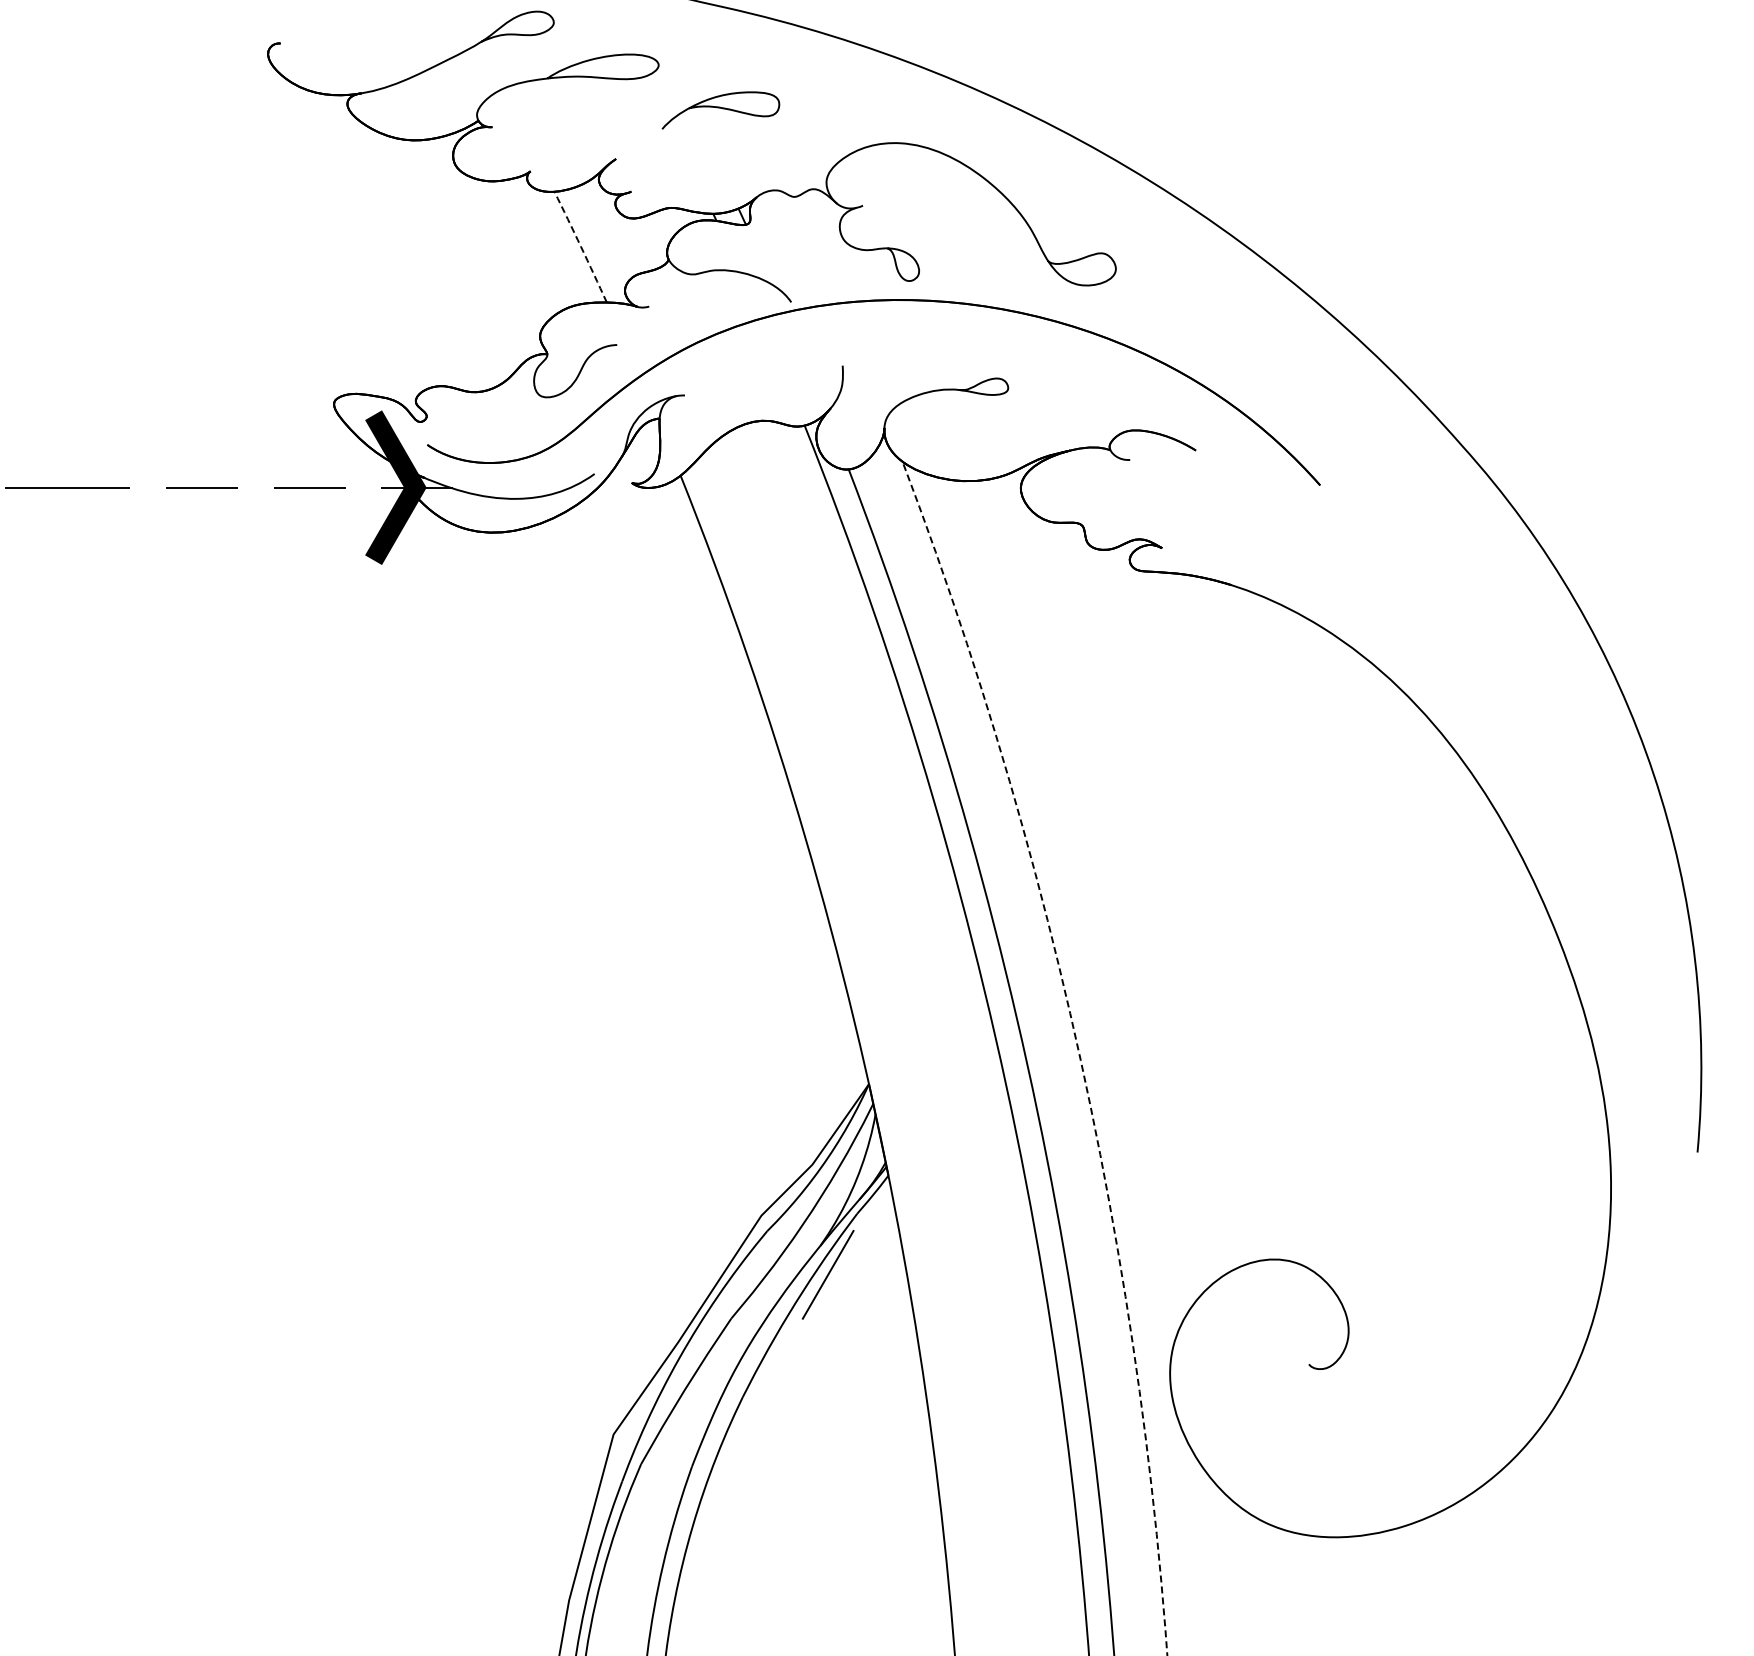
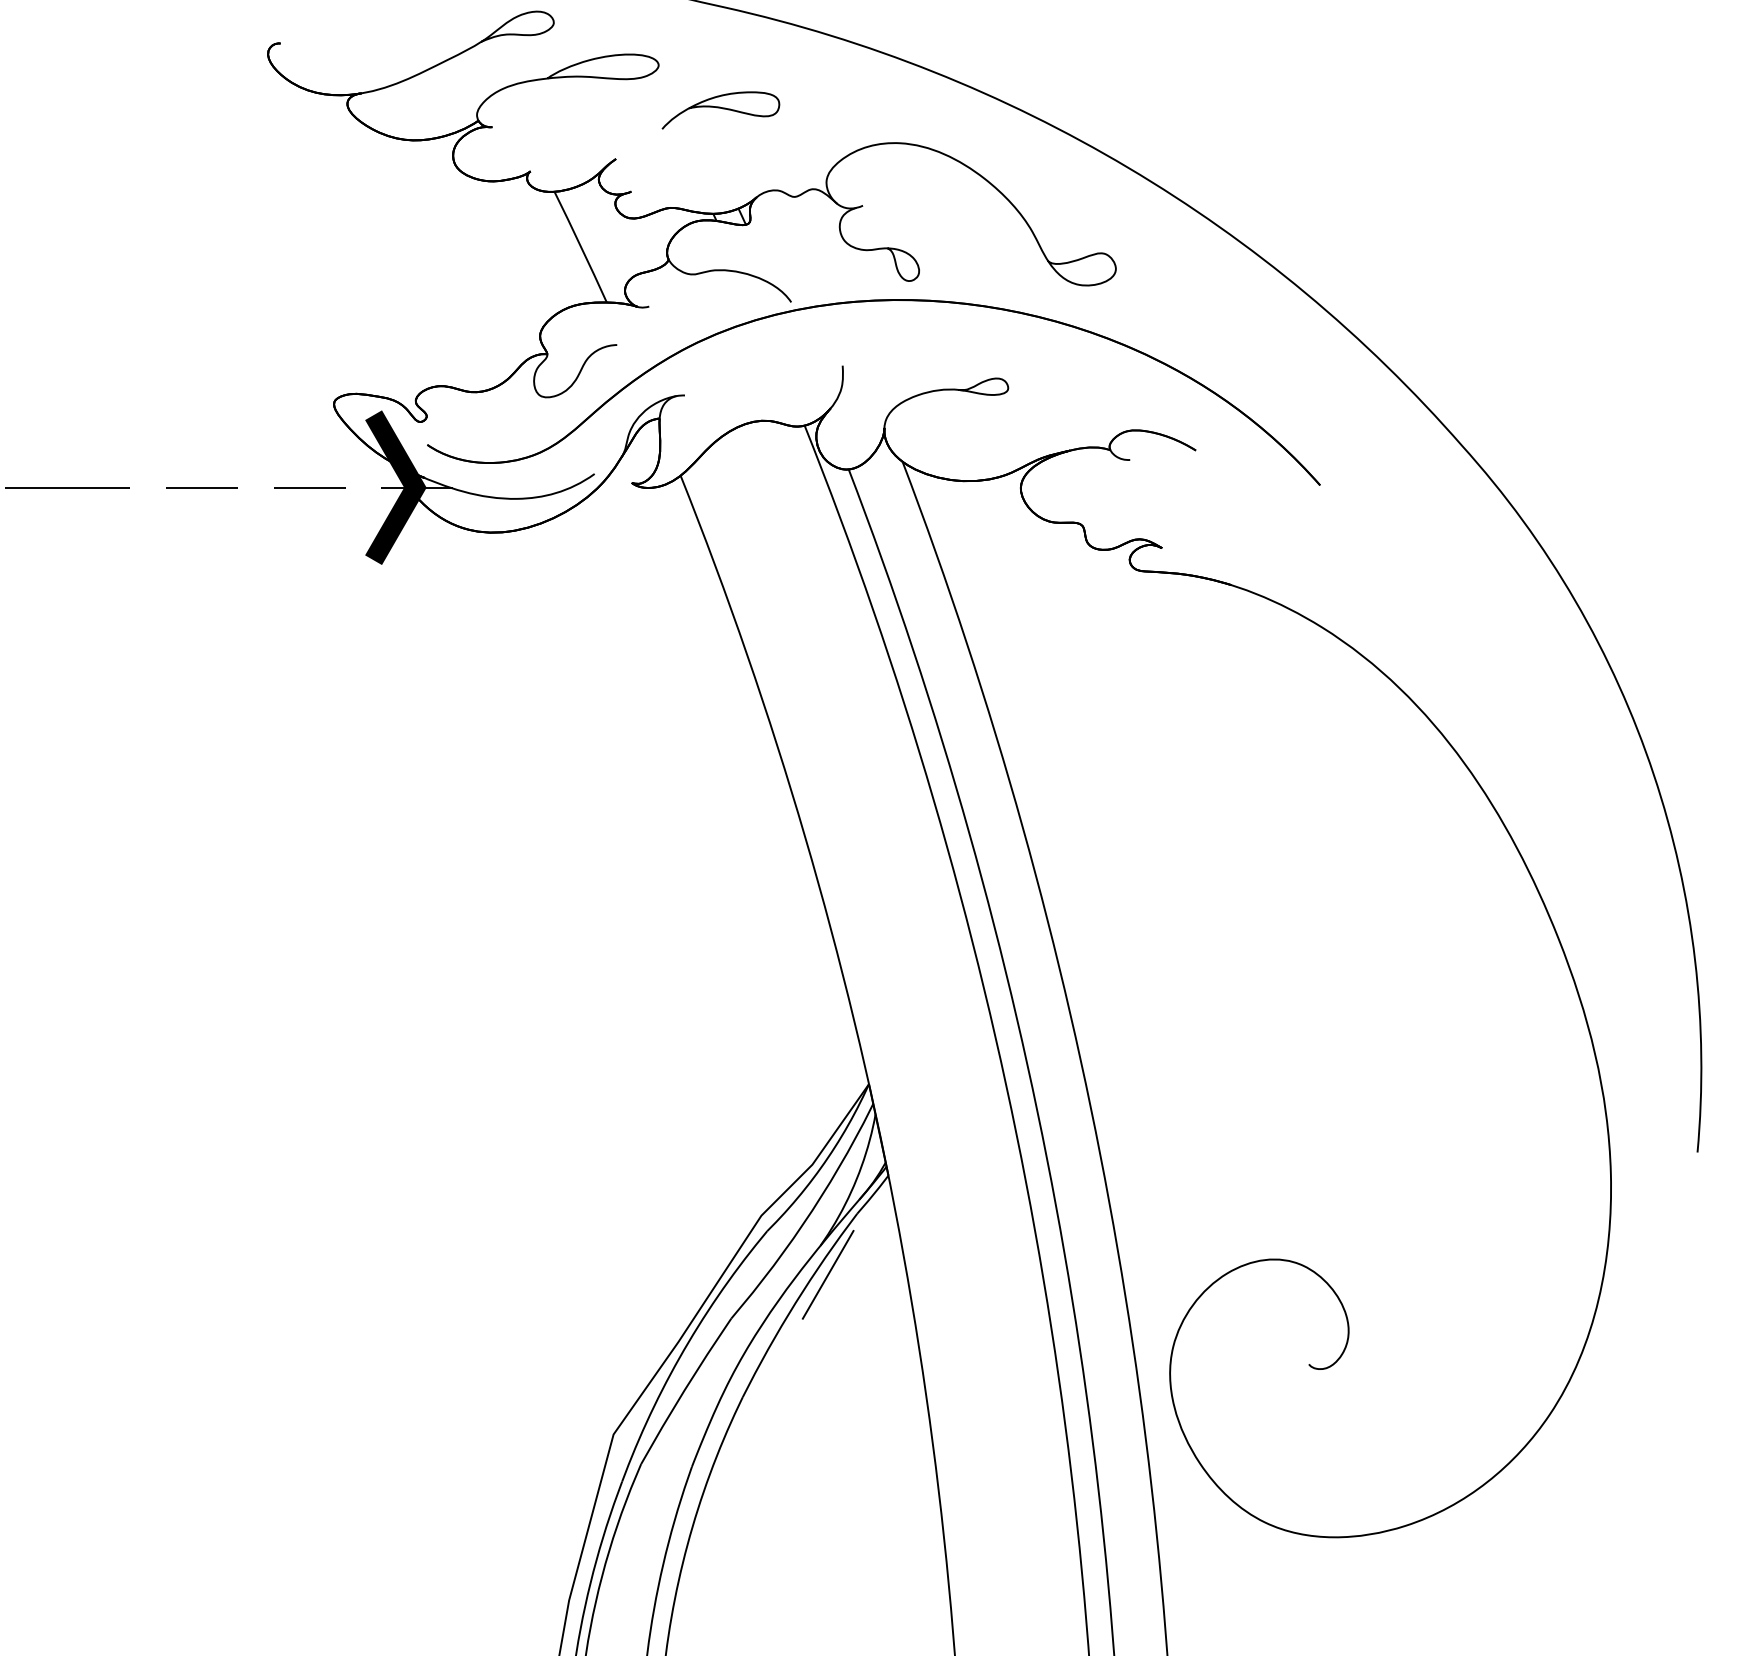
line at (581, 246): dashed -> solid
line at (1078, 1049): dashed -> solid
